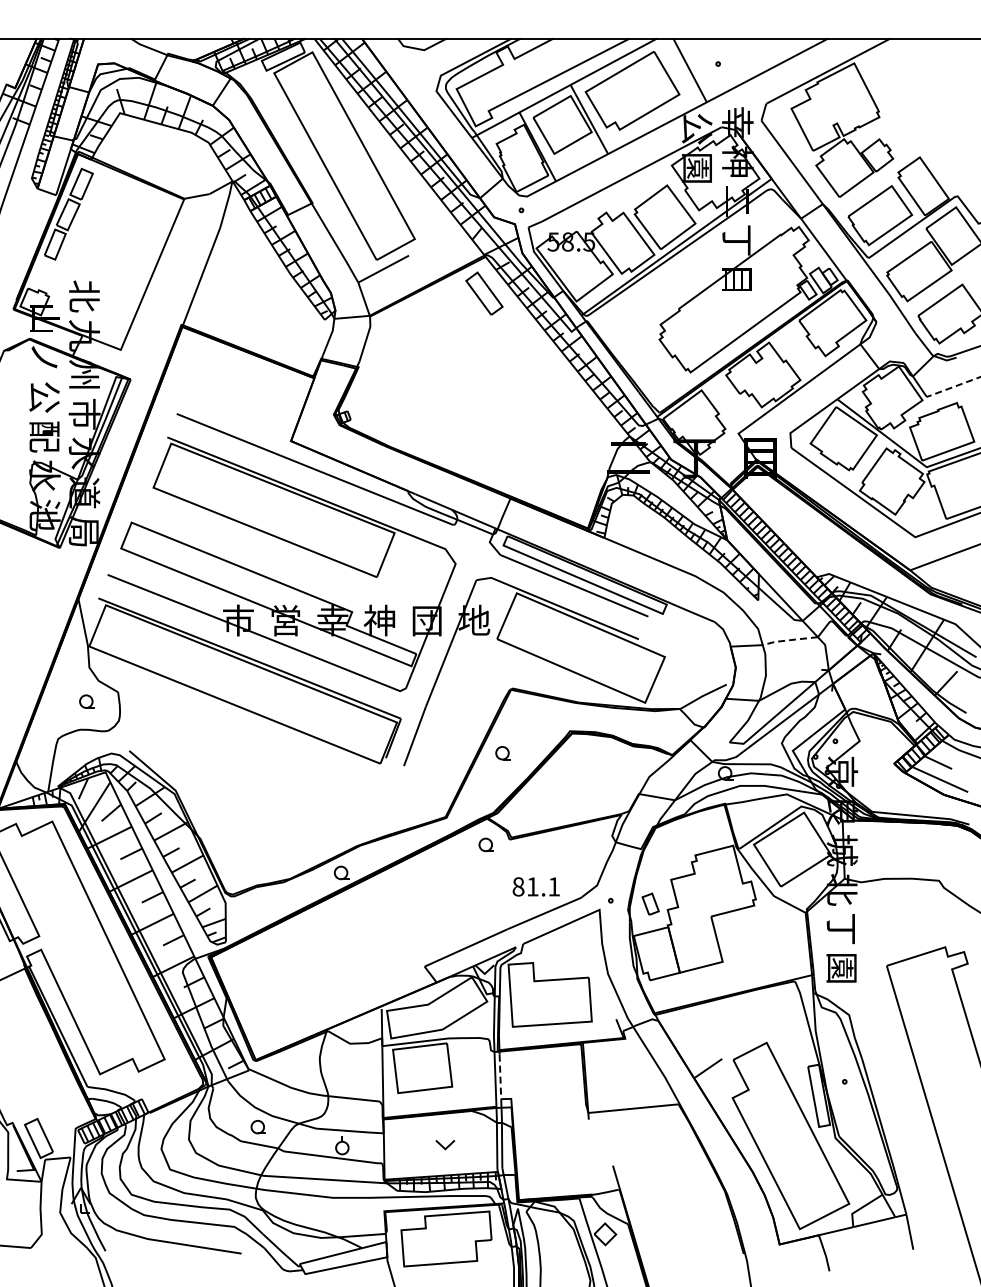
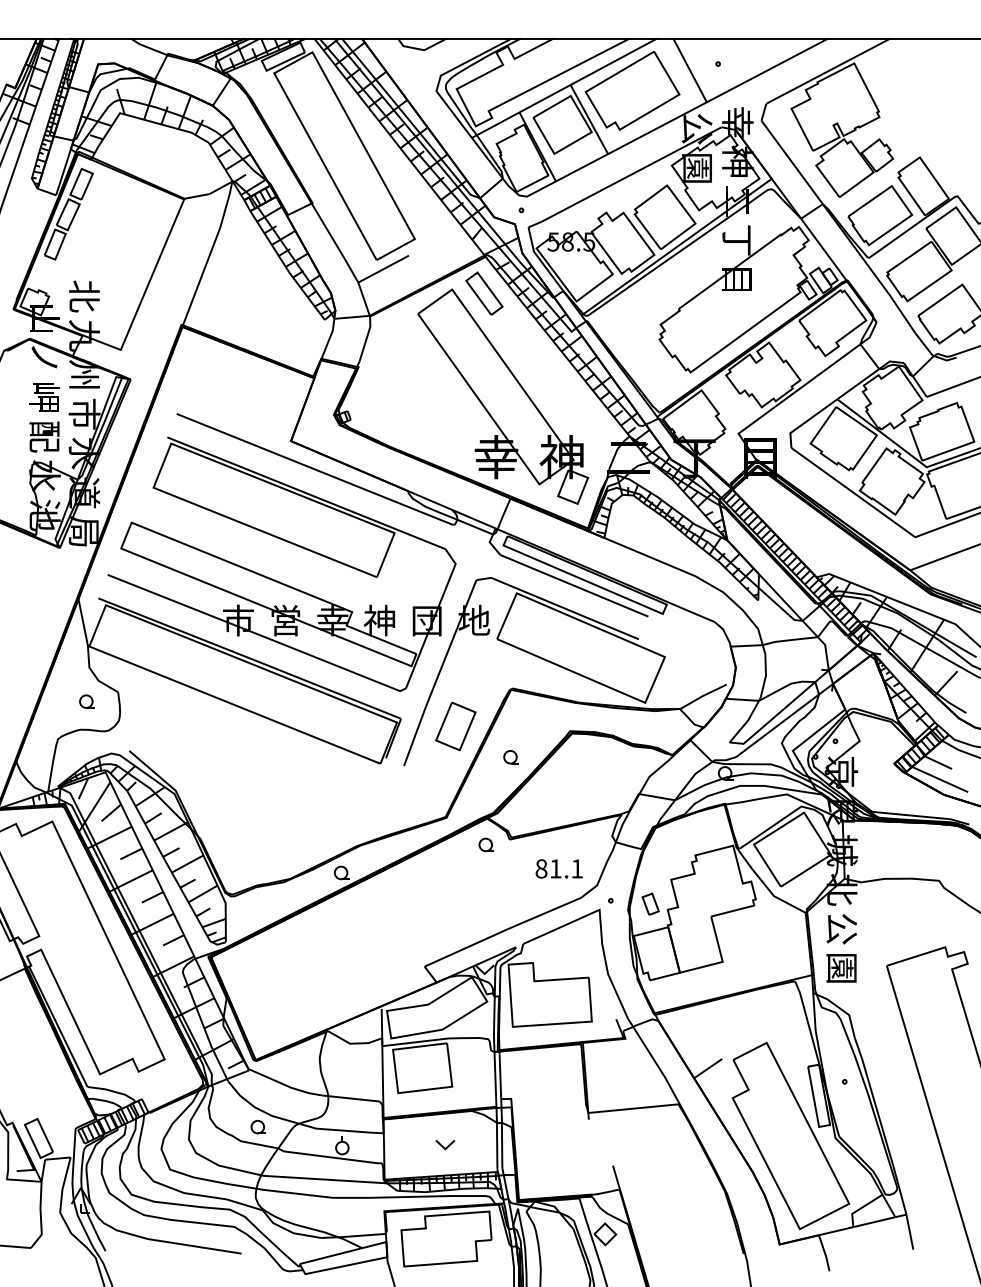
line at (953, 386): dashed -> solid
part at (503, 396): none -> present
text at (44, 397): 公 -> 岬
line at (789, 640): dashed -> solid
part at (455, 726): none -> present
part at (502, 753) position: (502, 753) -> (510, 757)
text at (535, 886) position: (535, 886) -> (558, 868)
text at (841, 929): 丁 -> 公
line at (500, 1077): dashed -> solid
